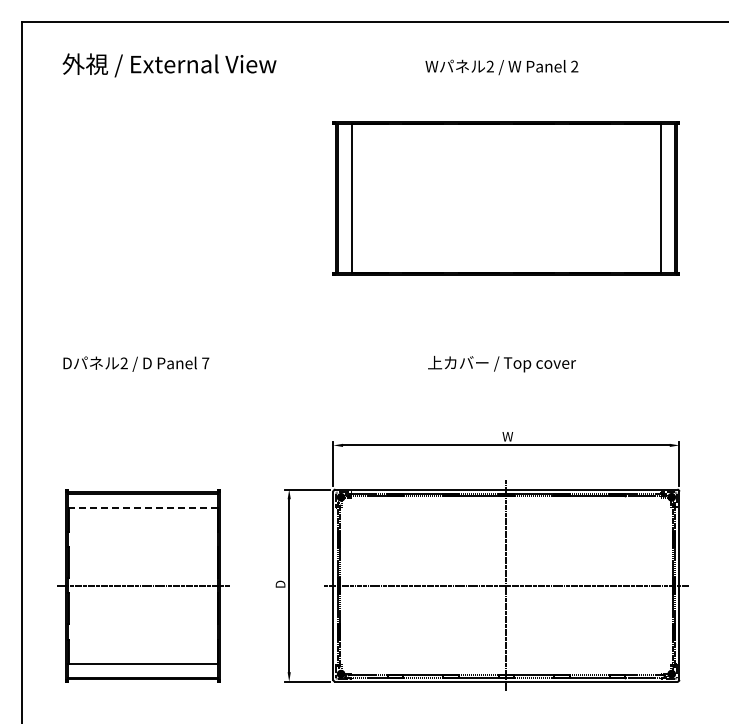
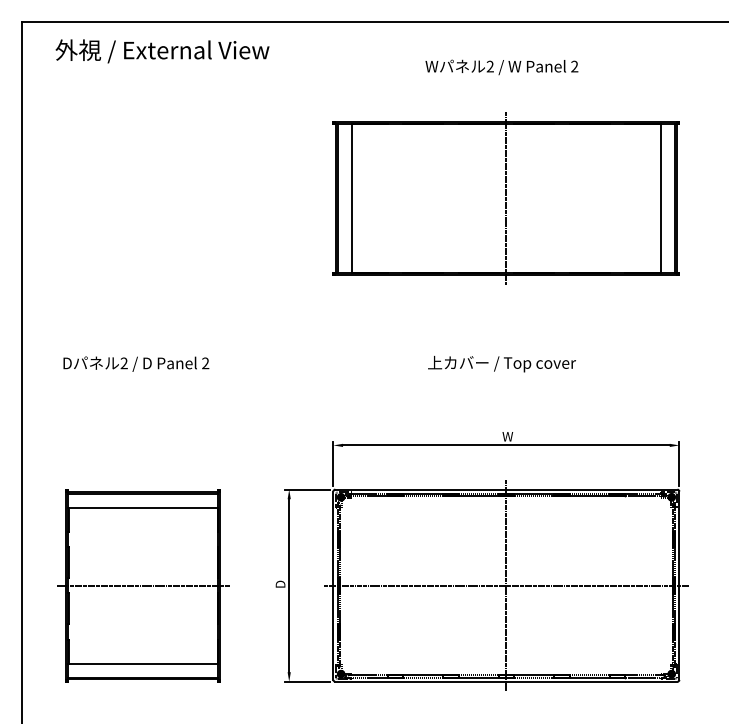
text at (169, 65) position: (169, 65) -> (162, 51)
line at (506, 198): none -> present
text at (205, 363): 7 -> 2
line at (143, 507): dashed -> solid
